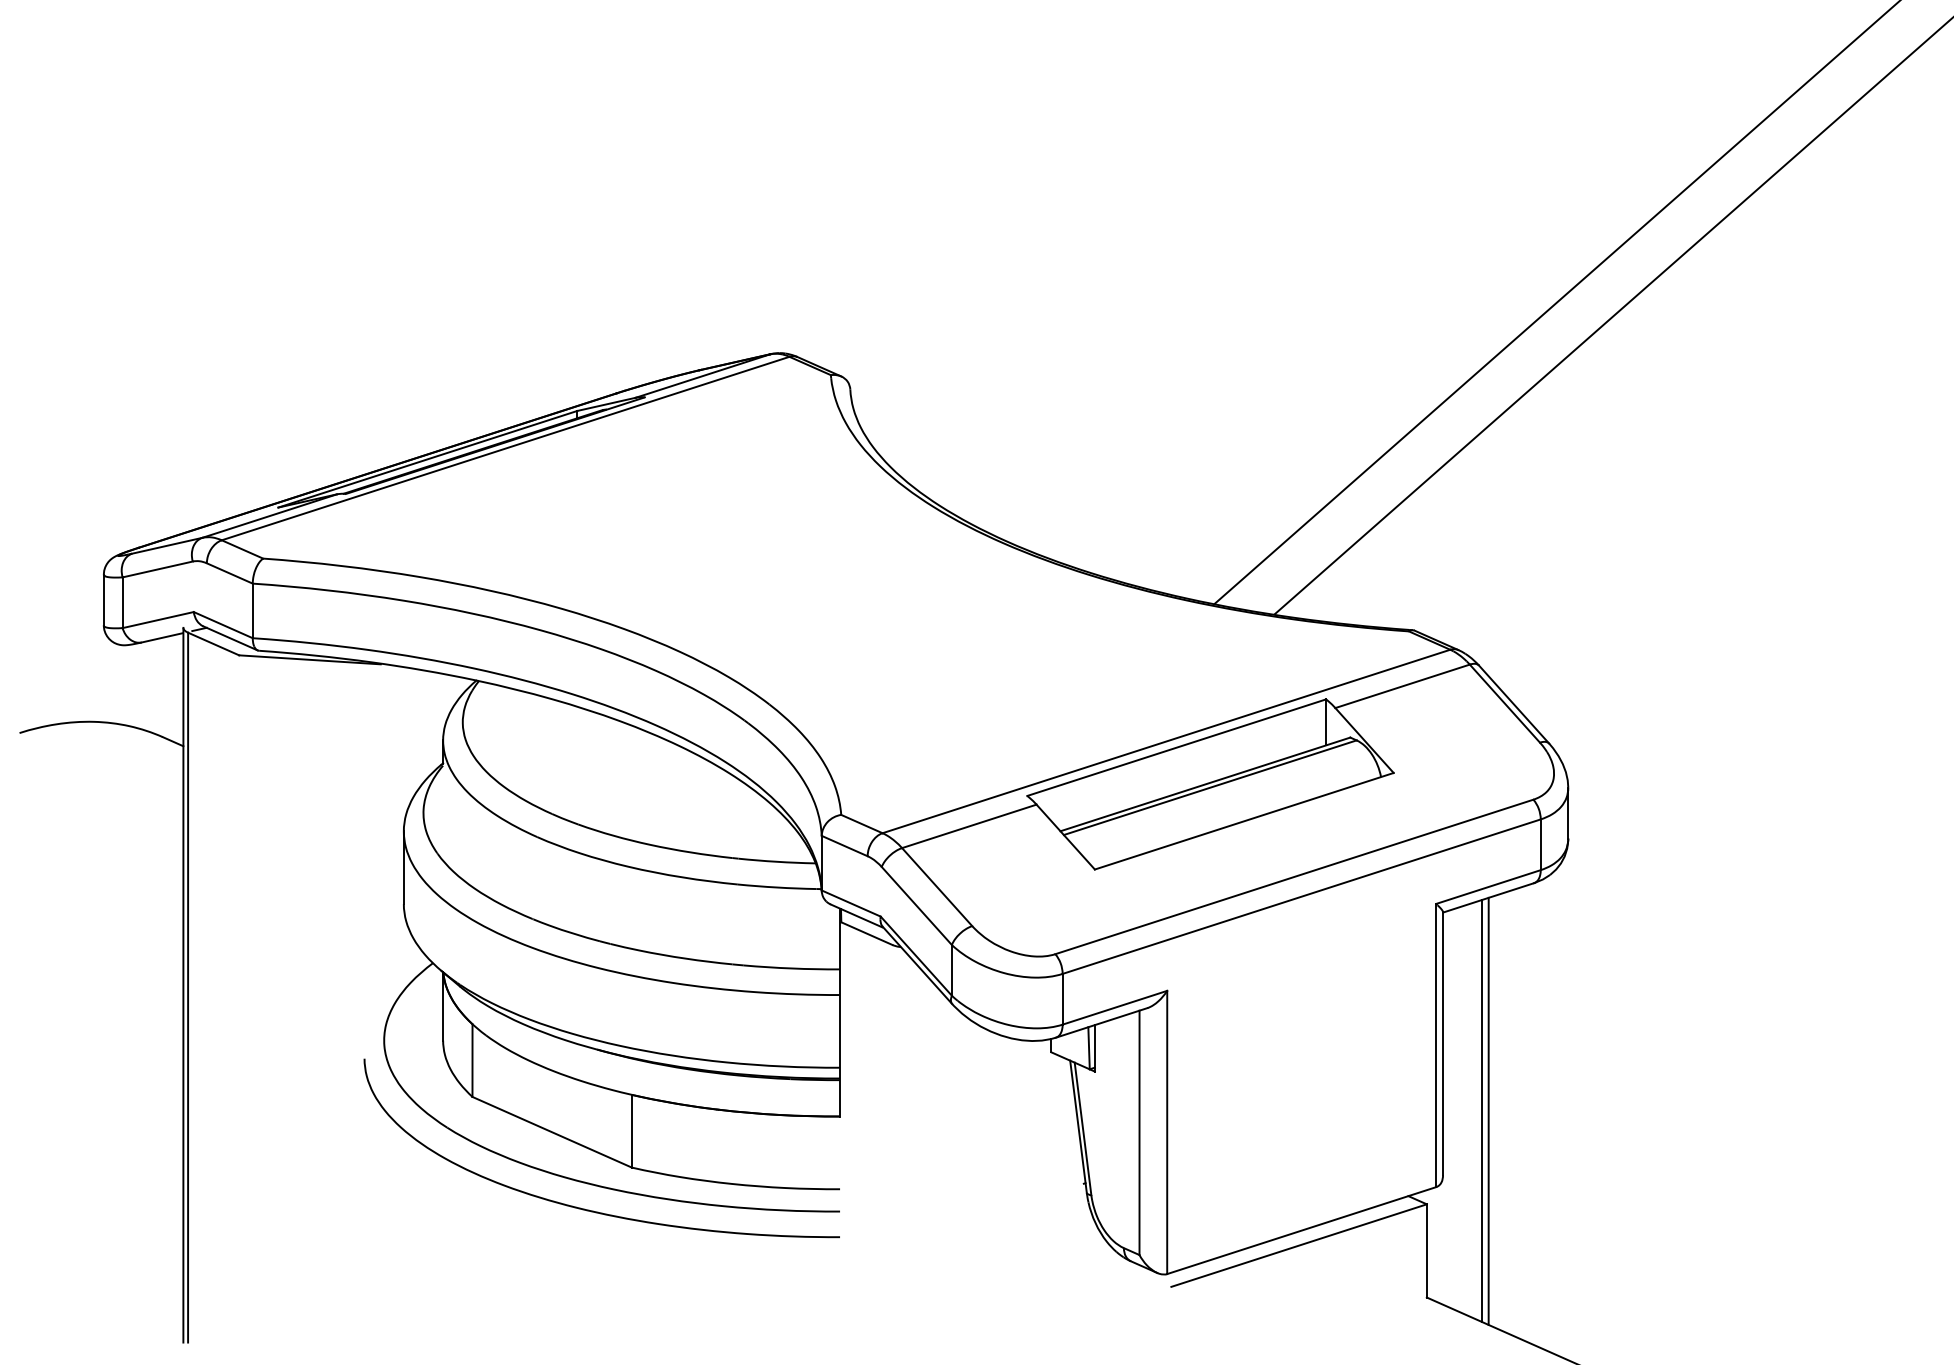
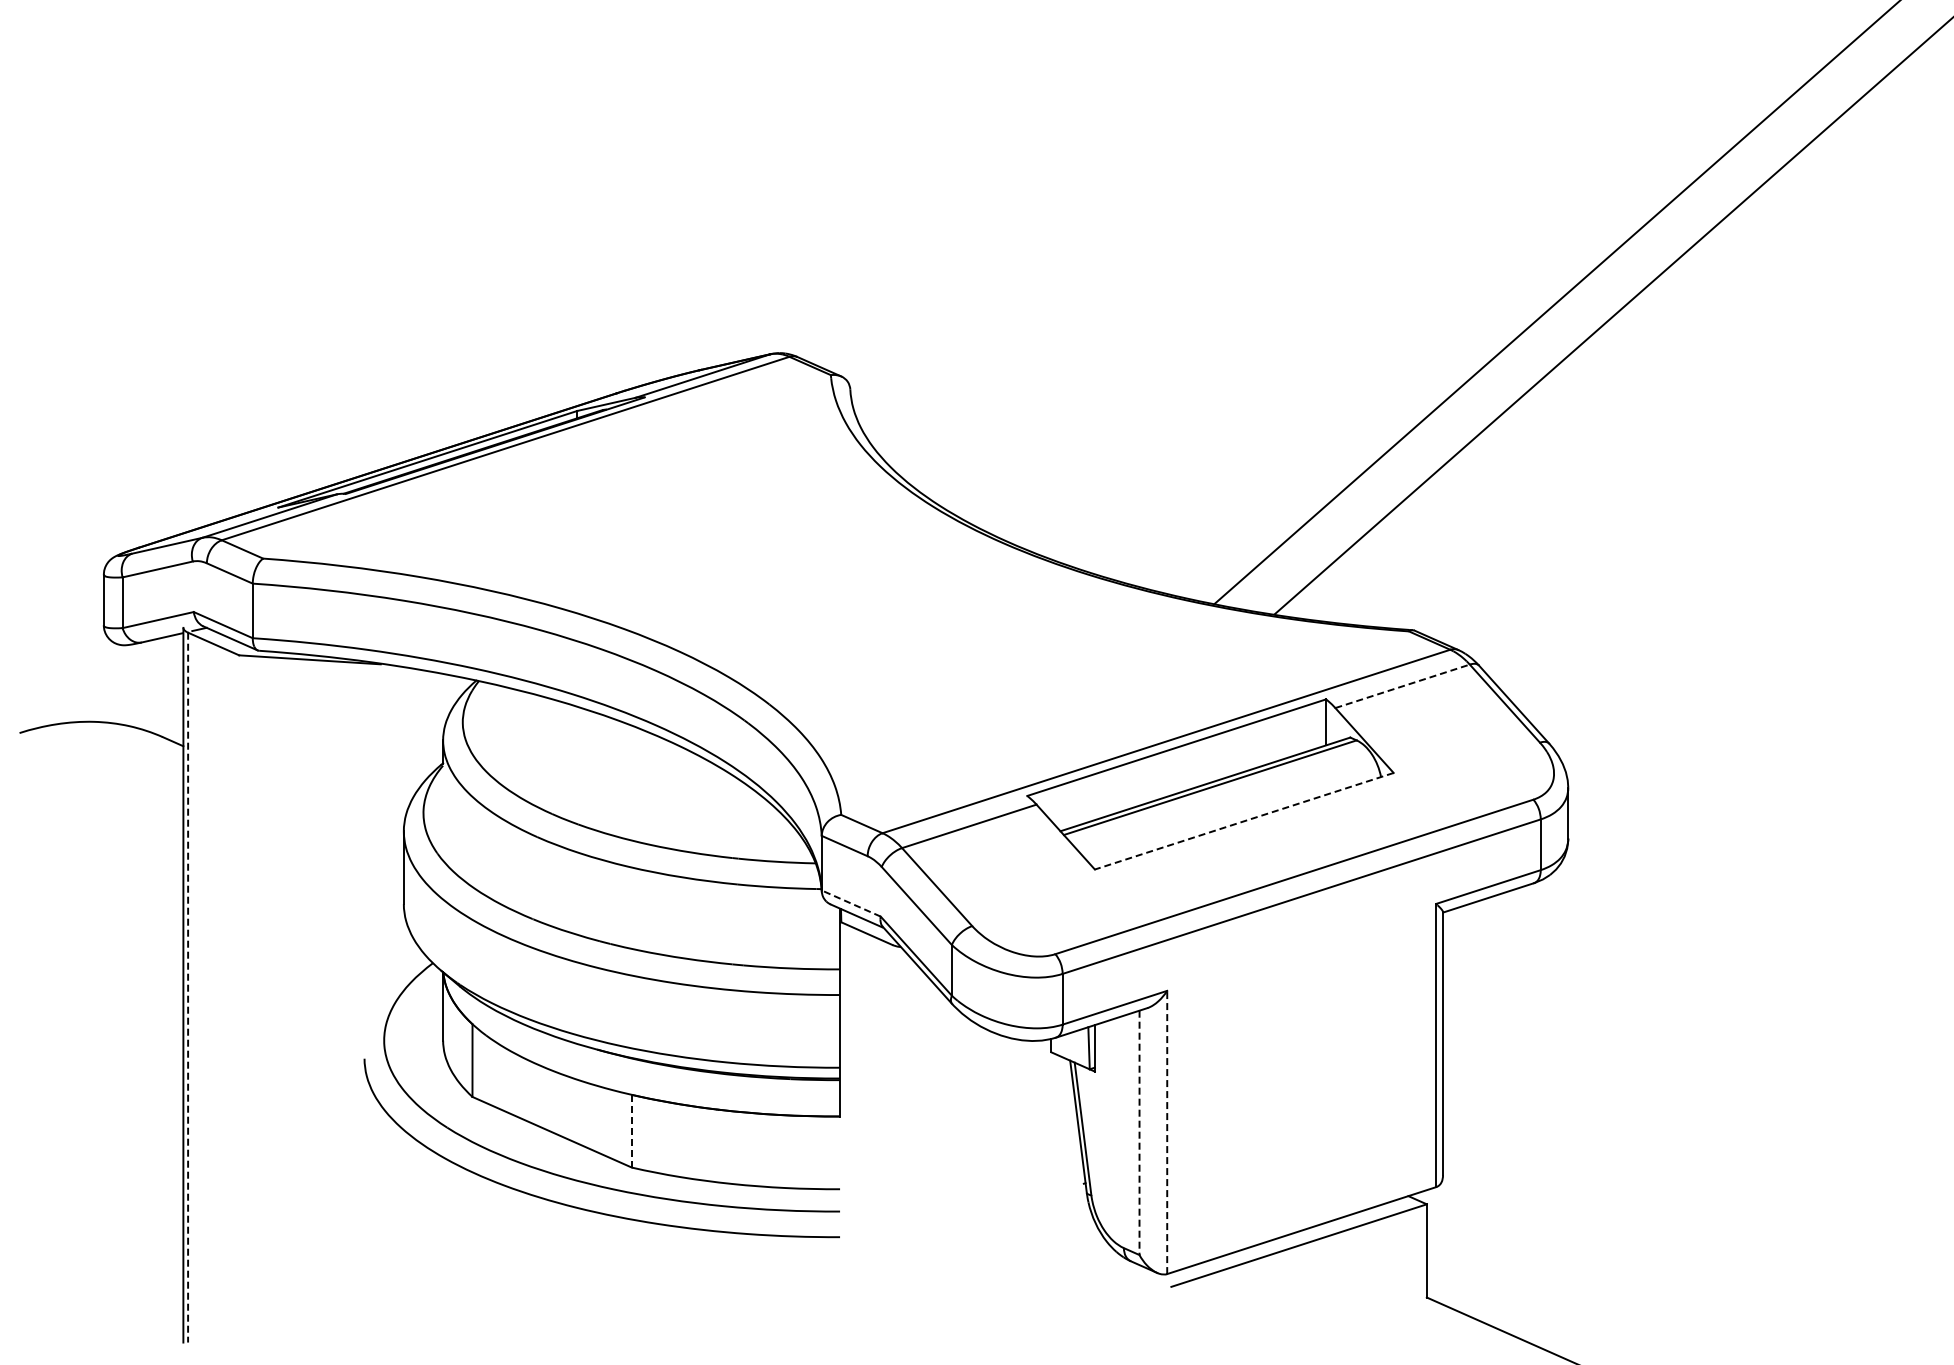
line at (1402, 686): solid -> dashed
line at (1244, 821): solid -> dashed
line at (850, 903): solid -> dashed
line at (188, 987): solid -> dashed
line at (1481, 1110): present -> none
line at (1488, 1110): present -> none
line at (631, 1131): solid -> dashed
line at (1167, 1132): solid -> dashed
line at (1139, 1133): solid -> dashed
